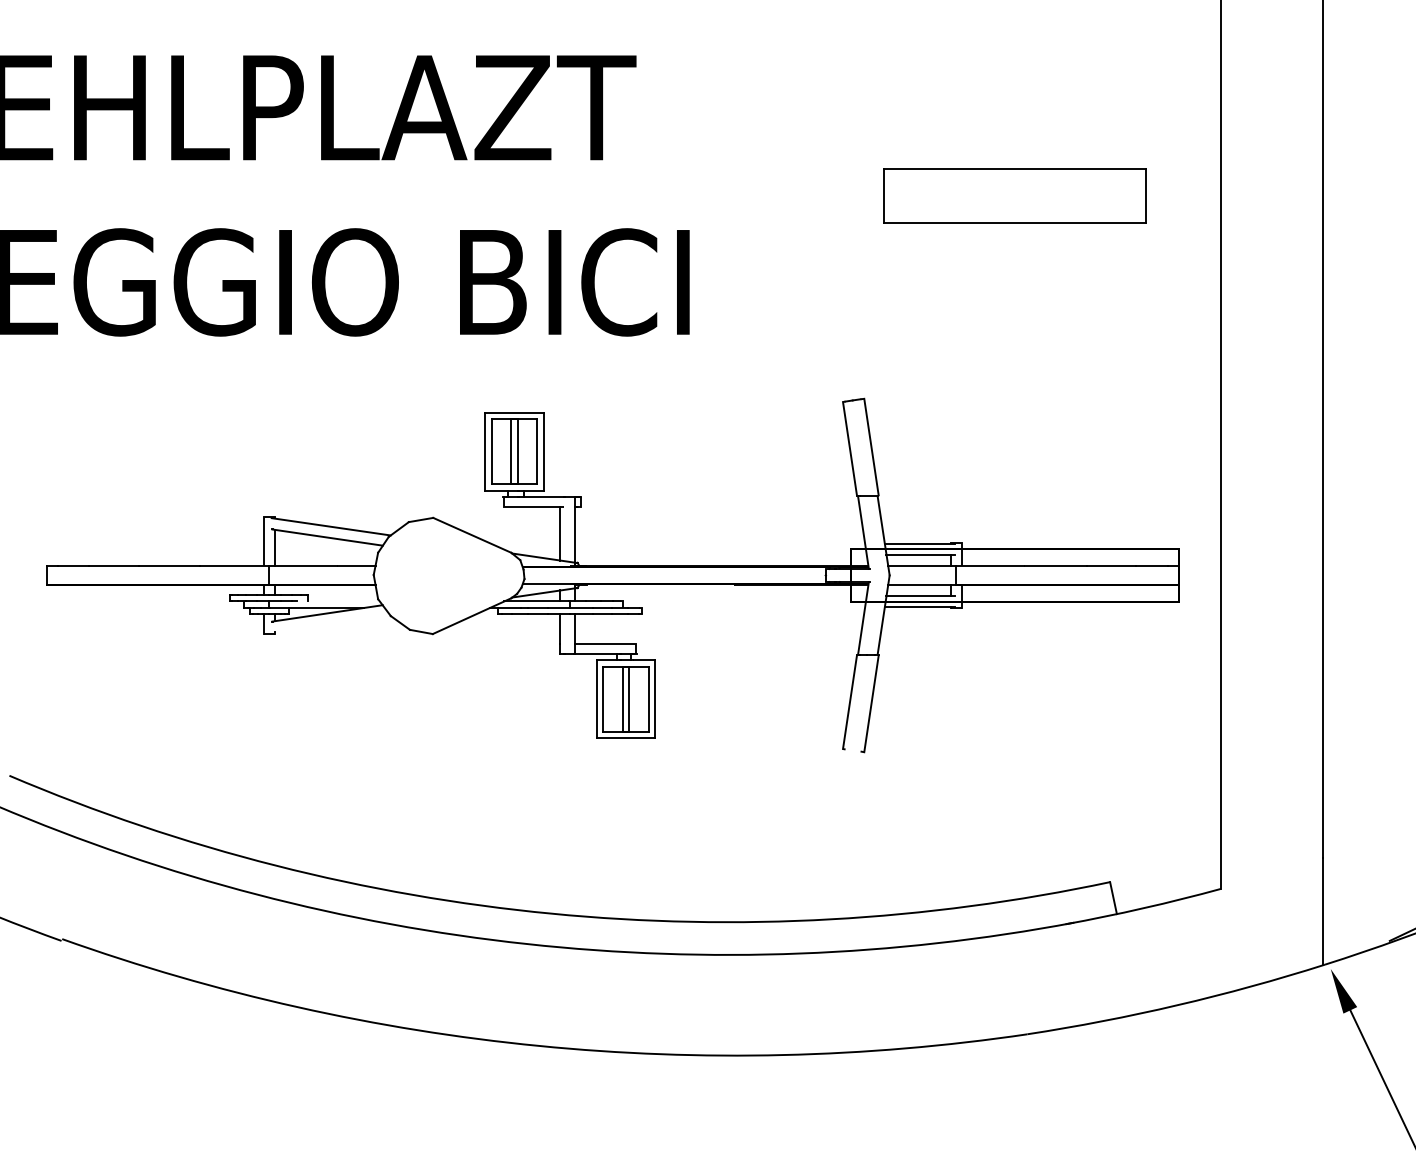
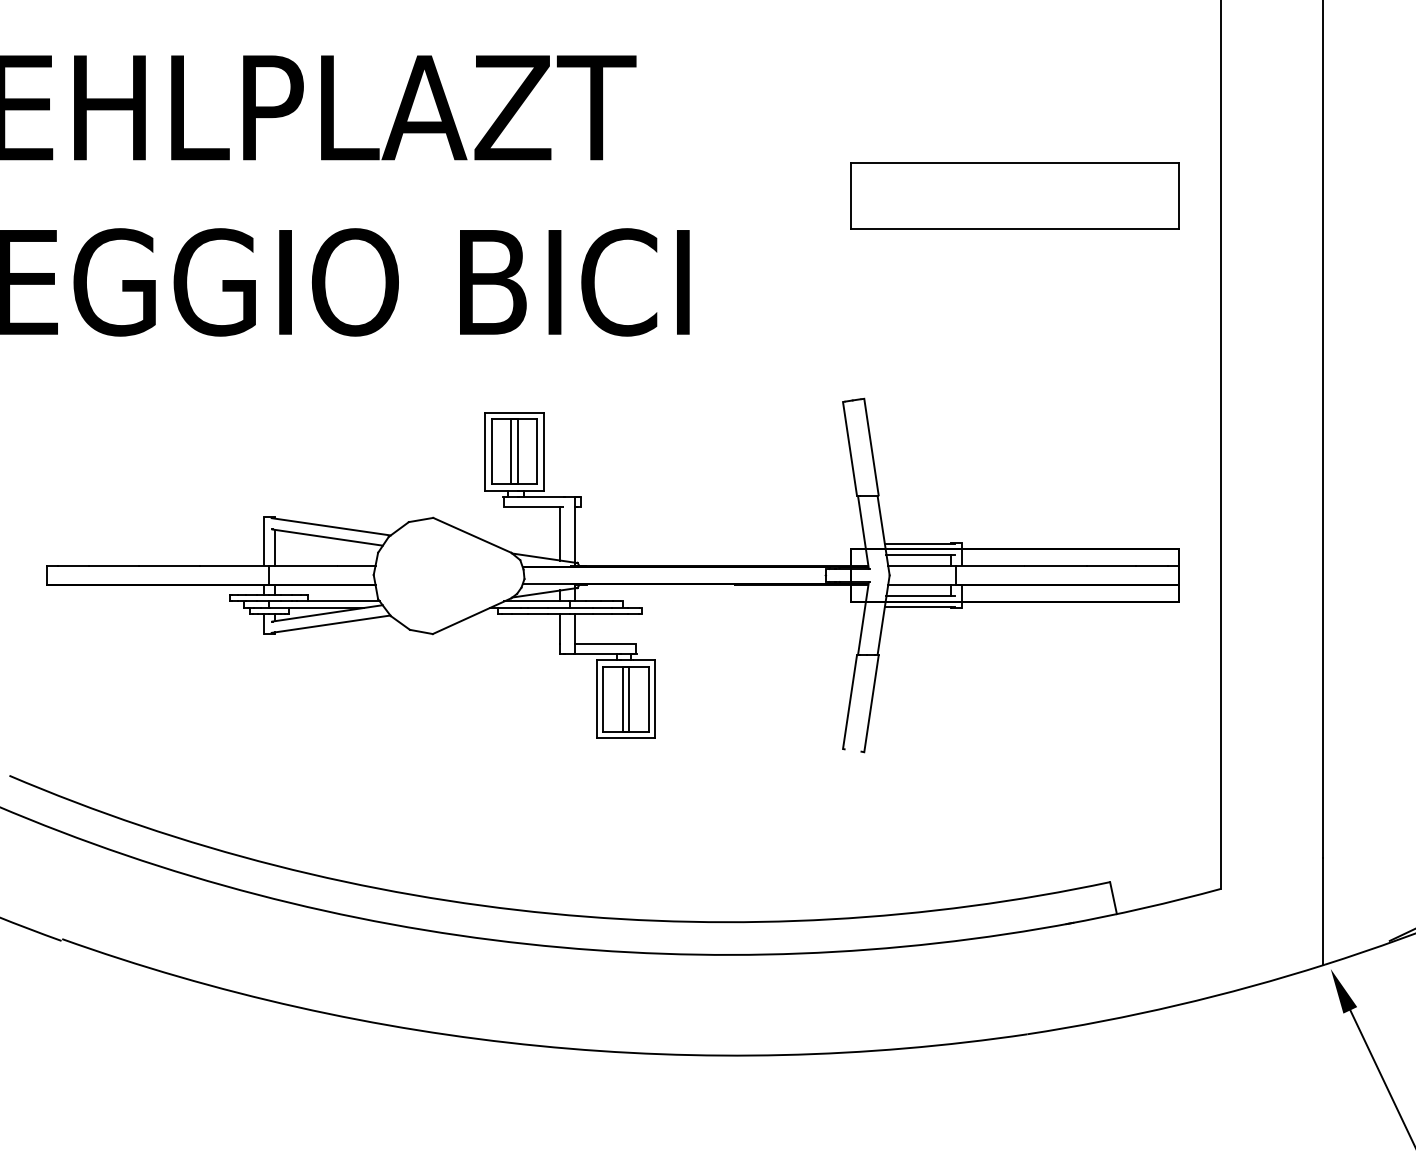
part at (1014, 195) size: 264x56 px -> 330x68 px
line at (338, 601): none -> present
line at (330, 623): none -> present
